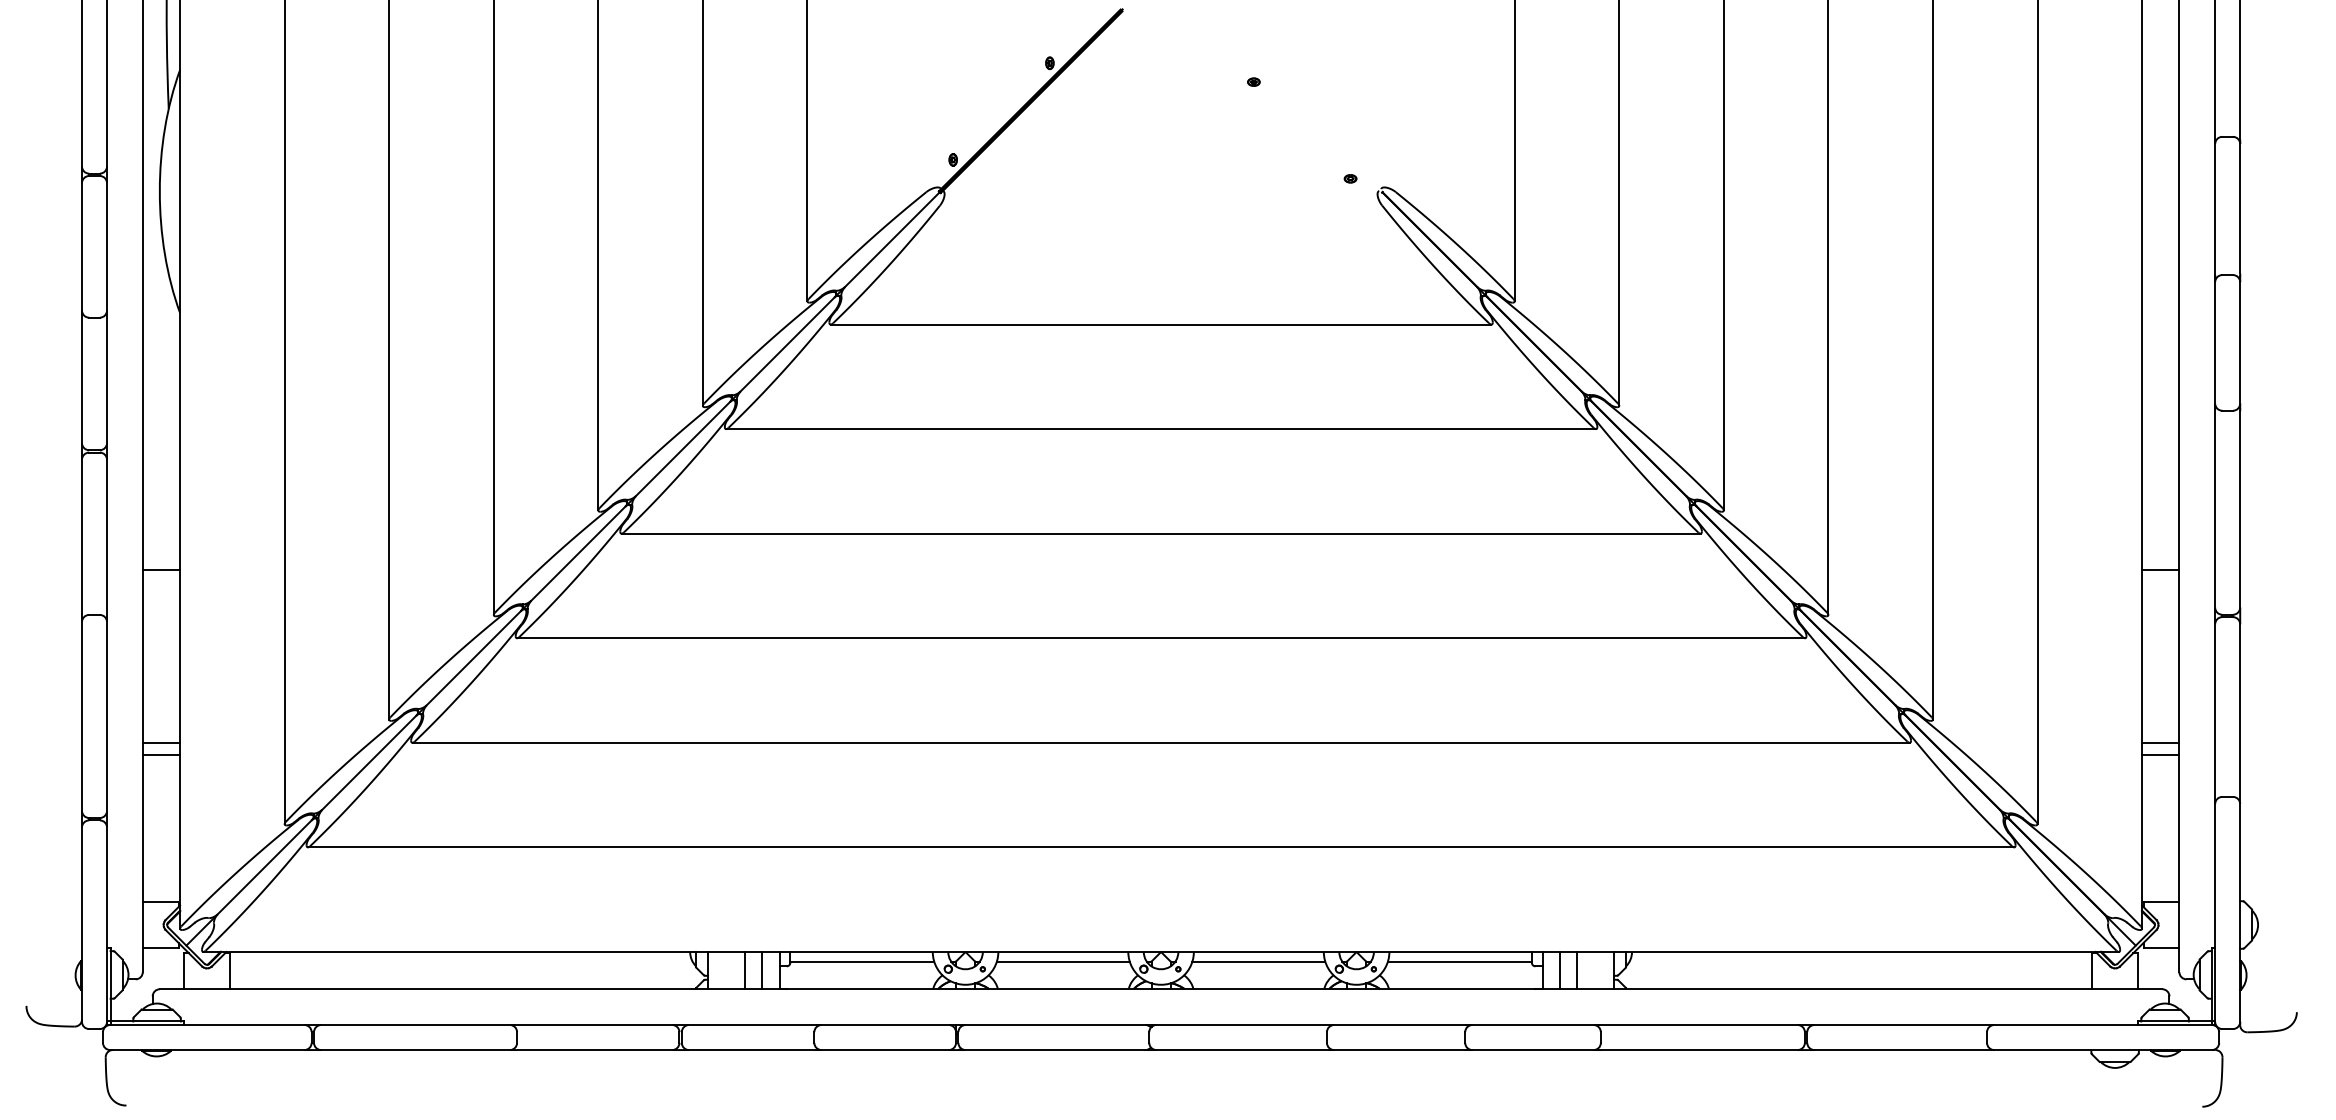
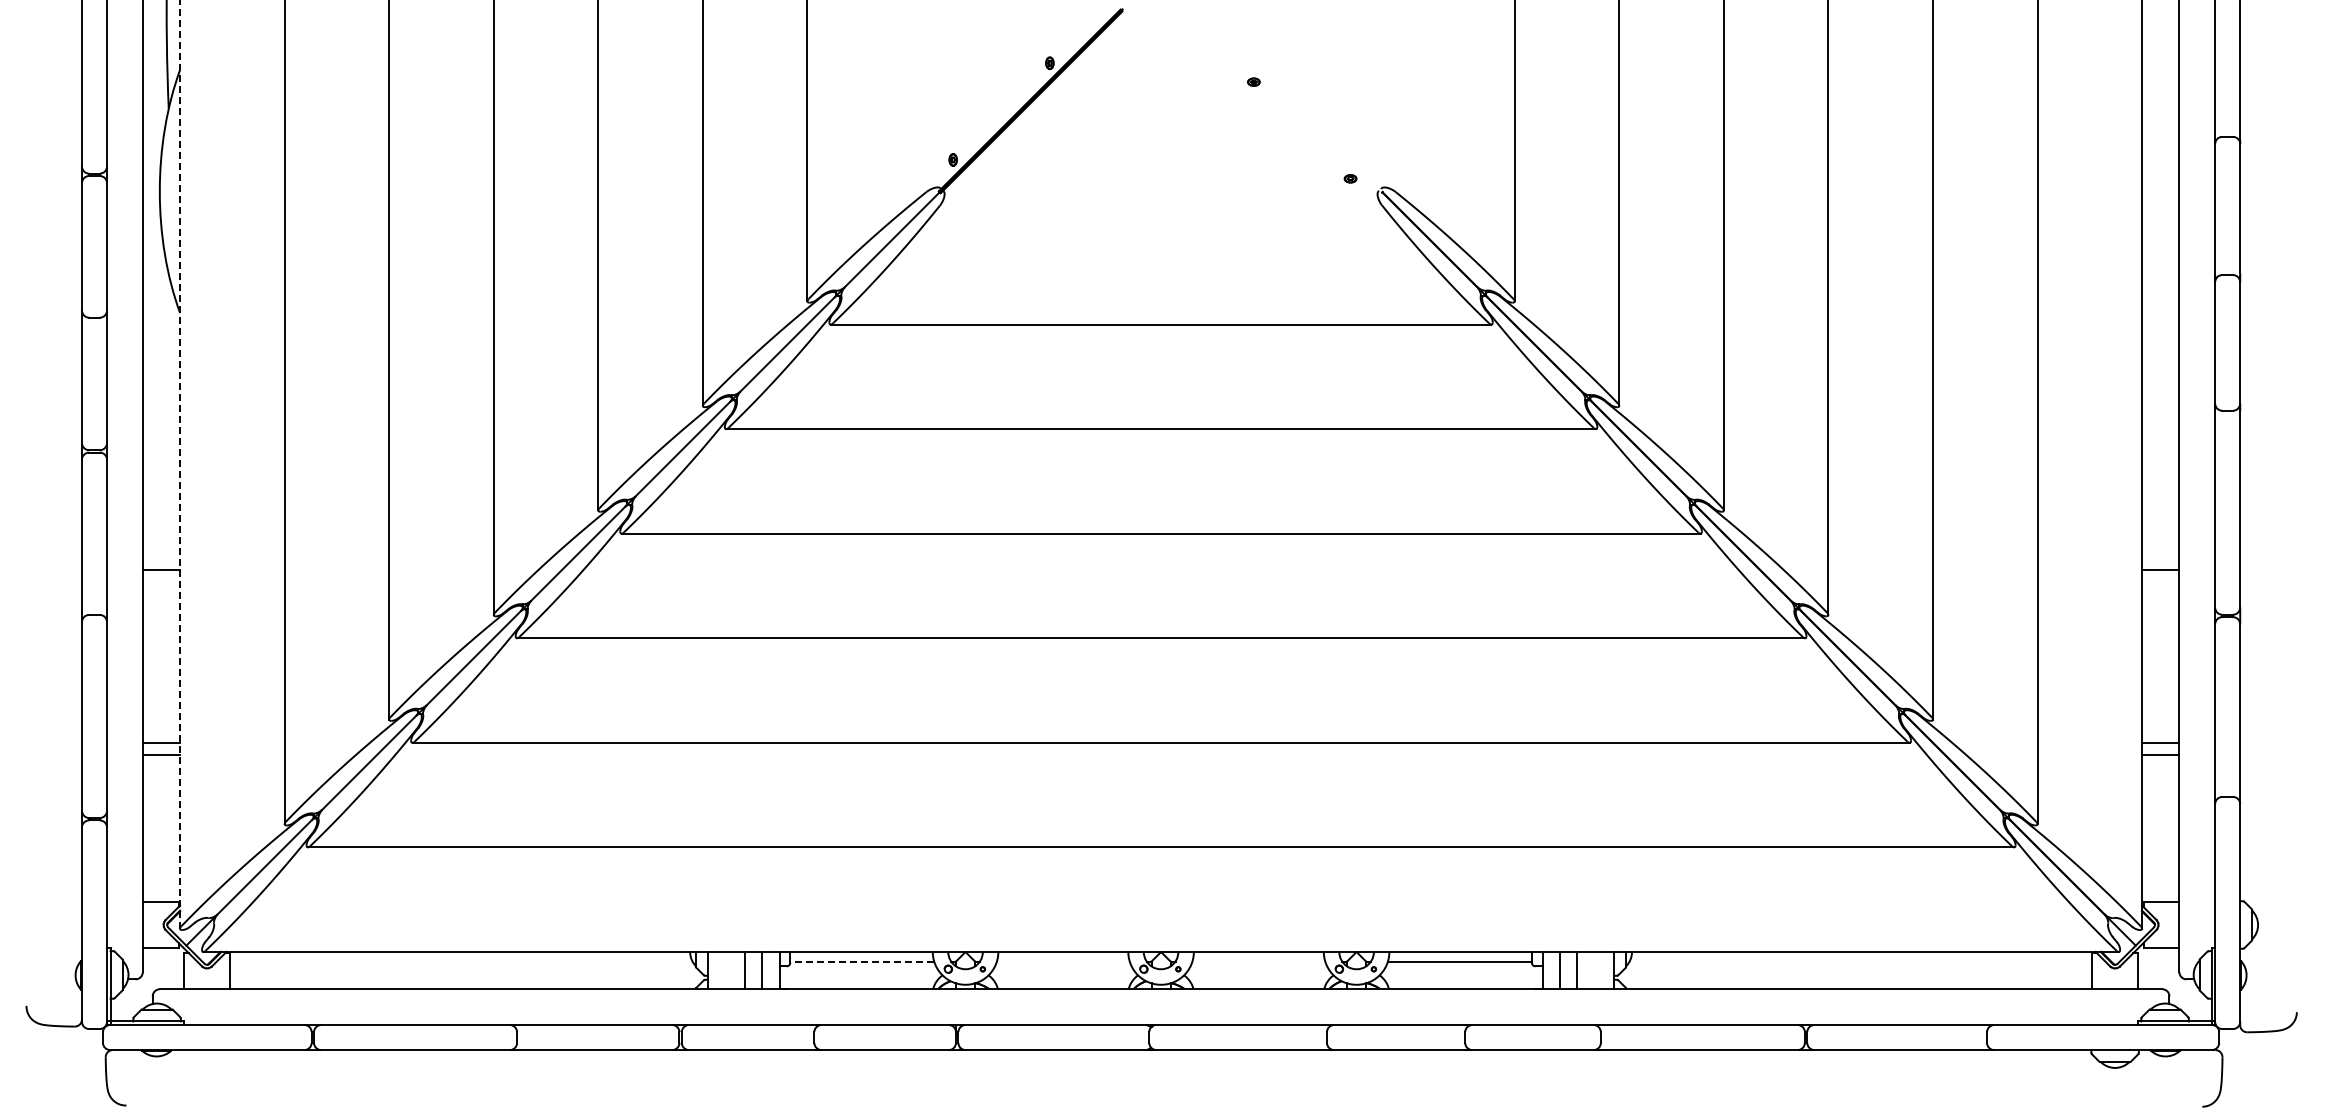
line at (180, 464): solid -> dashed
line at (862, 961): solid -> dashed
line at (1062, 961): present -> none
line at (1258, 961): present -> none
